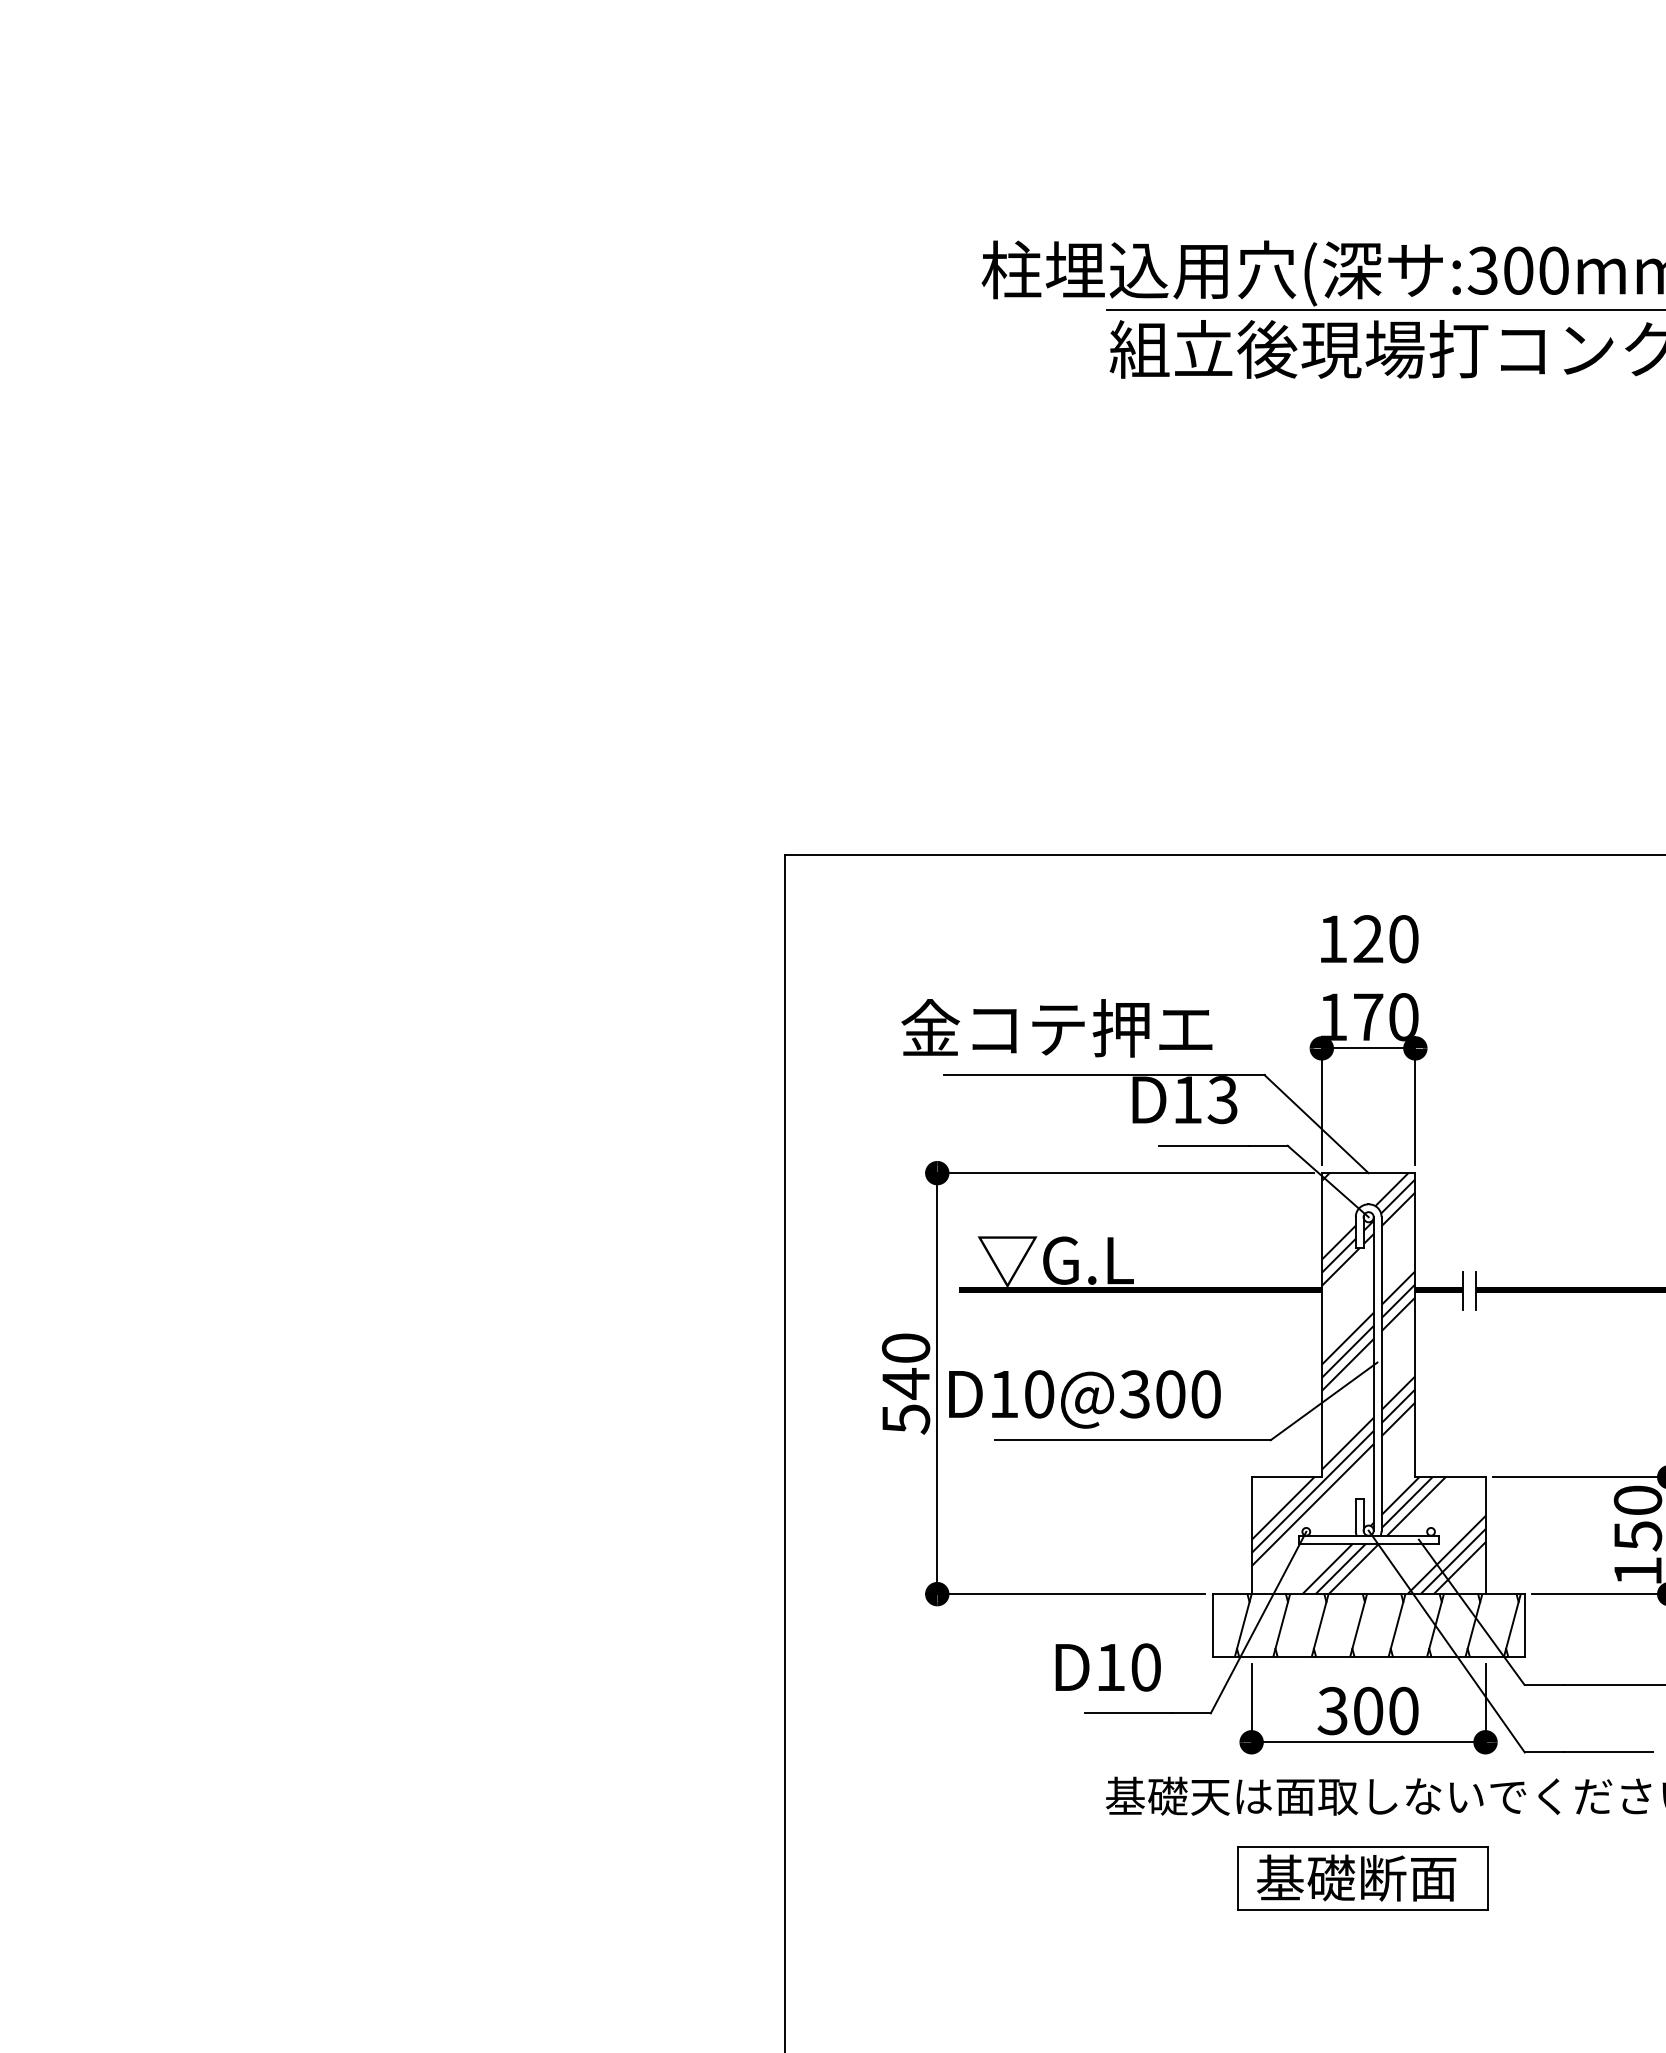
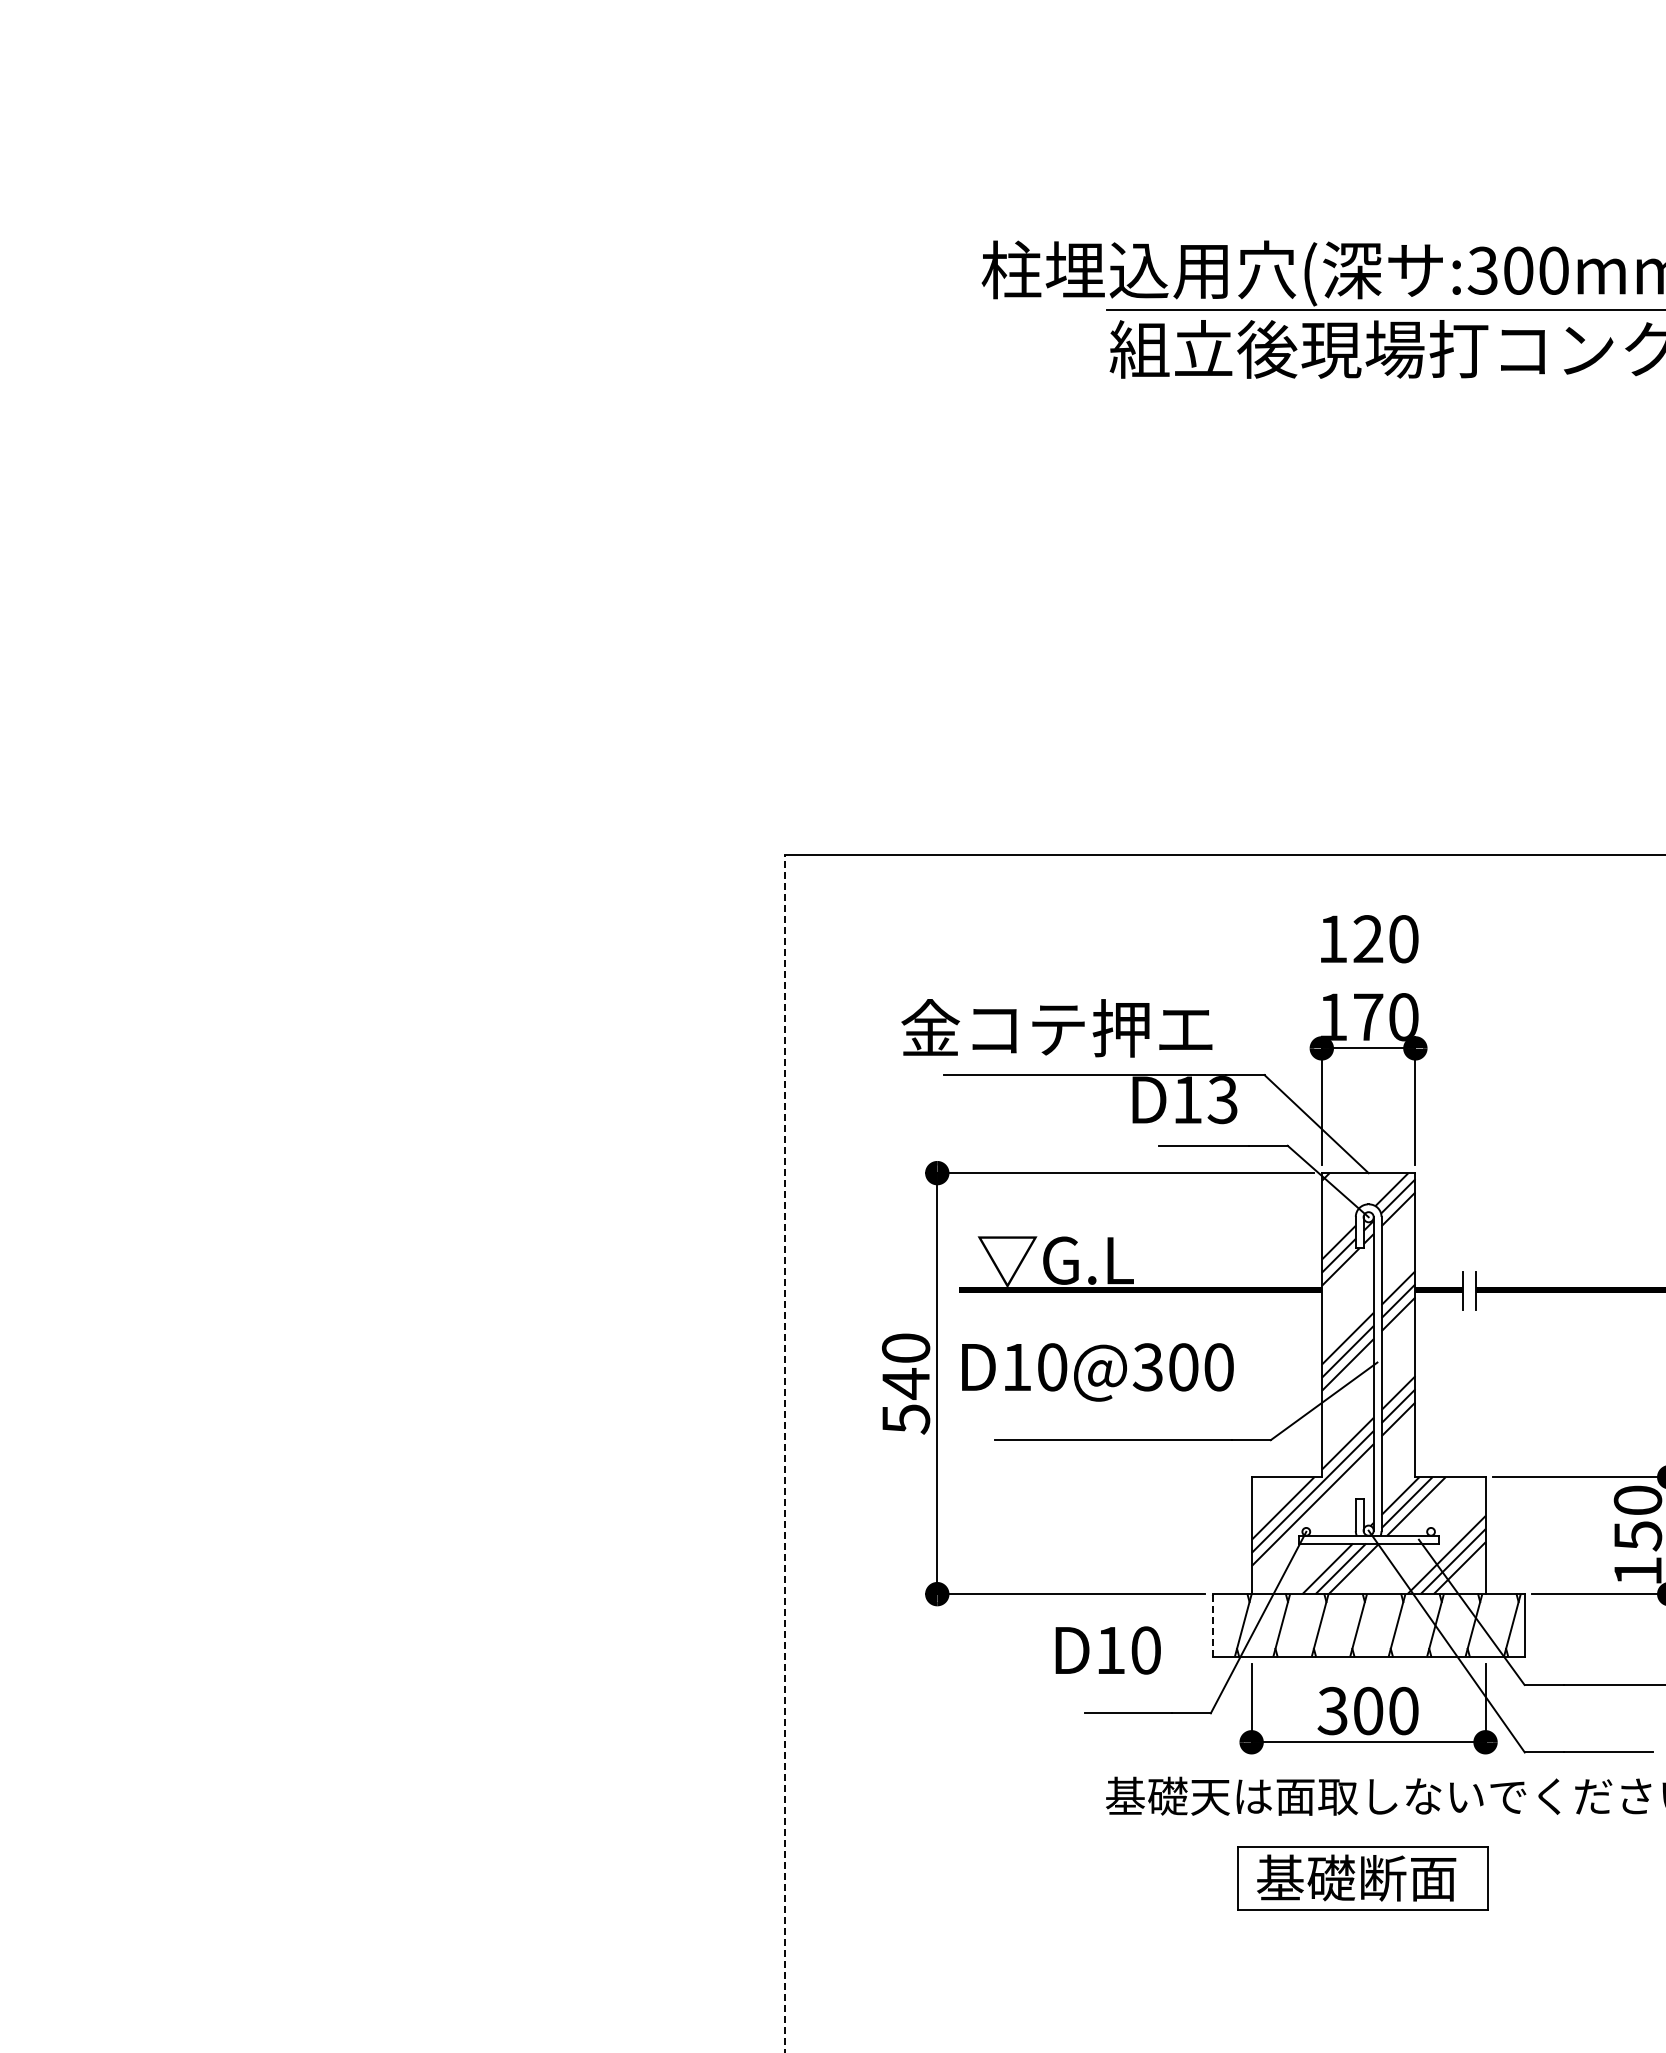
text at (1084, 1399) position: (1084, 1399) -> (1097, 1372)
line at (785, 1453): solid -> dashed
line at (1212, 1624): solid -> dashed
text at (1107, 1667) position: (1107, 1667) -> (1107, 1650)
